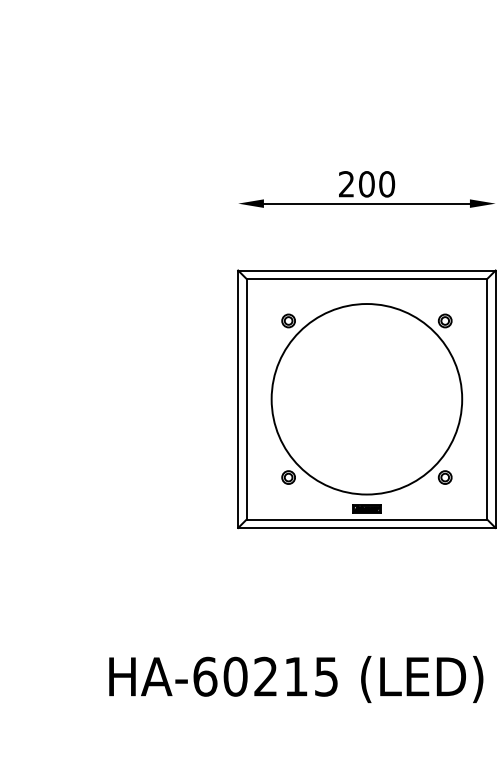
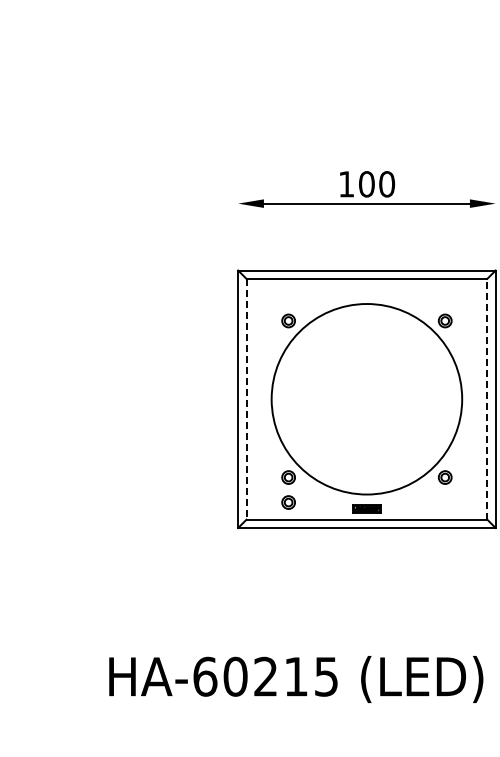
text at (346, 184): 200 -> 100
line at (487, 398): solid -> dashed
line at (246, 399): solid -> dashed
part at (288, 502): none -> present
